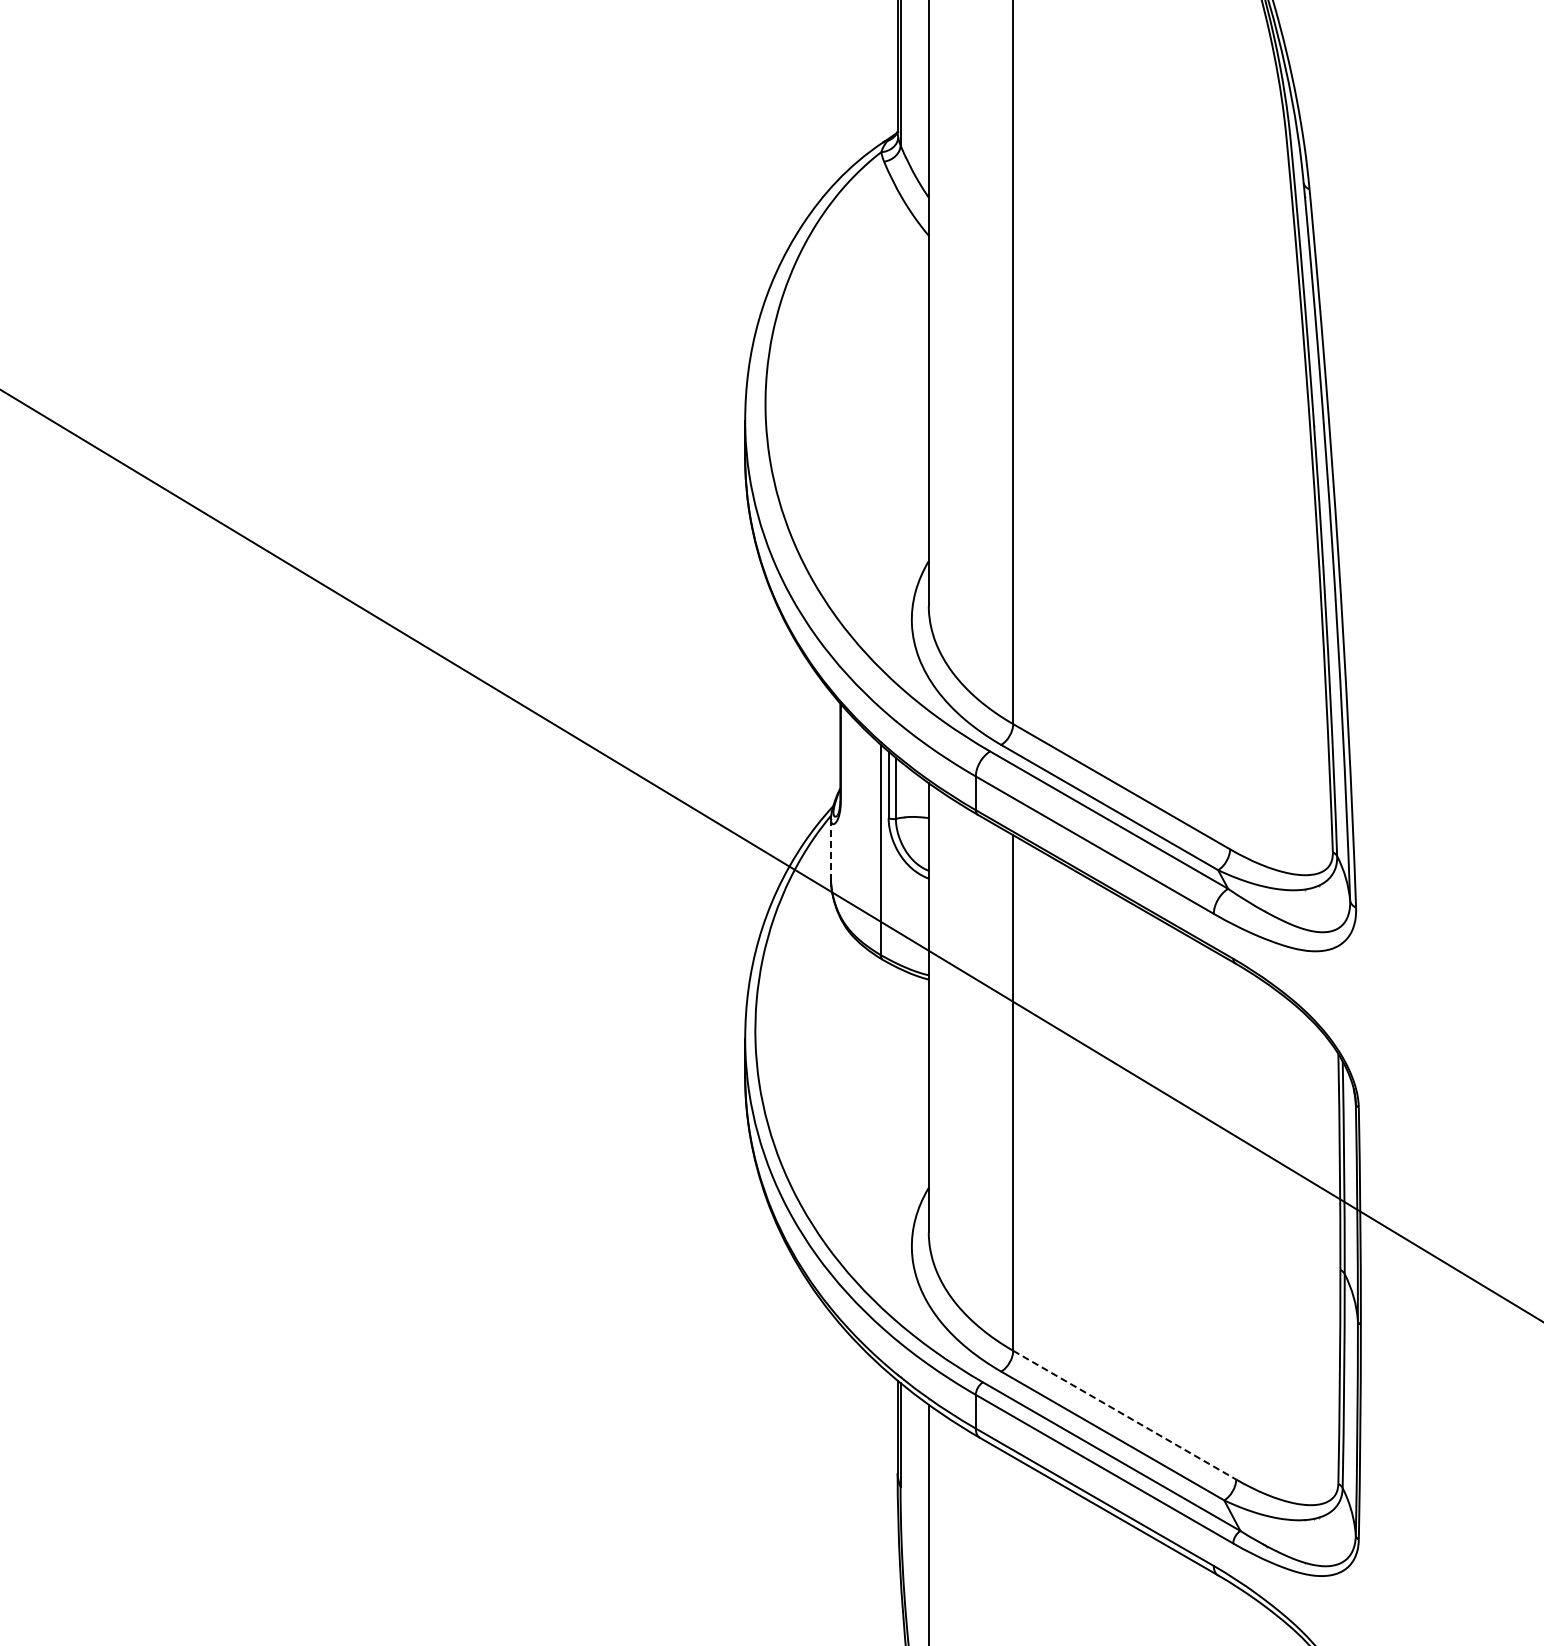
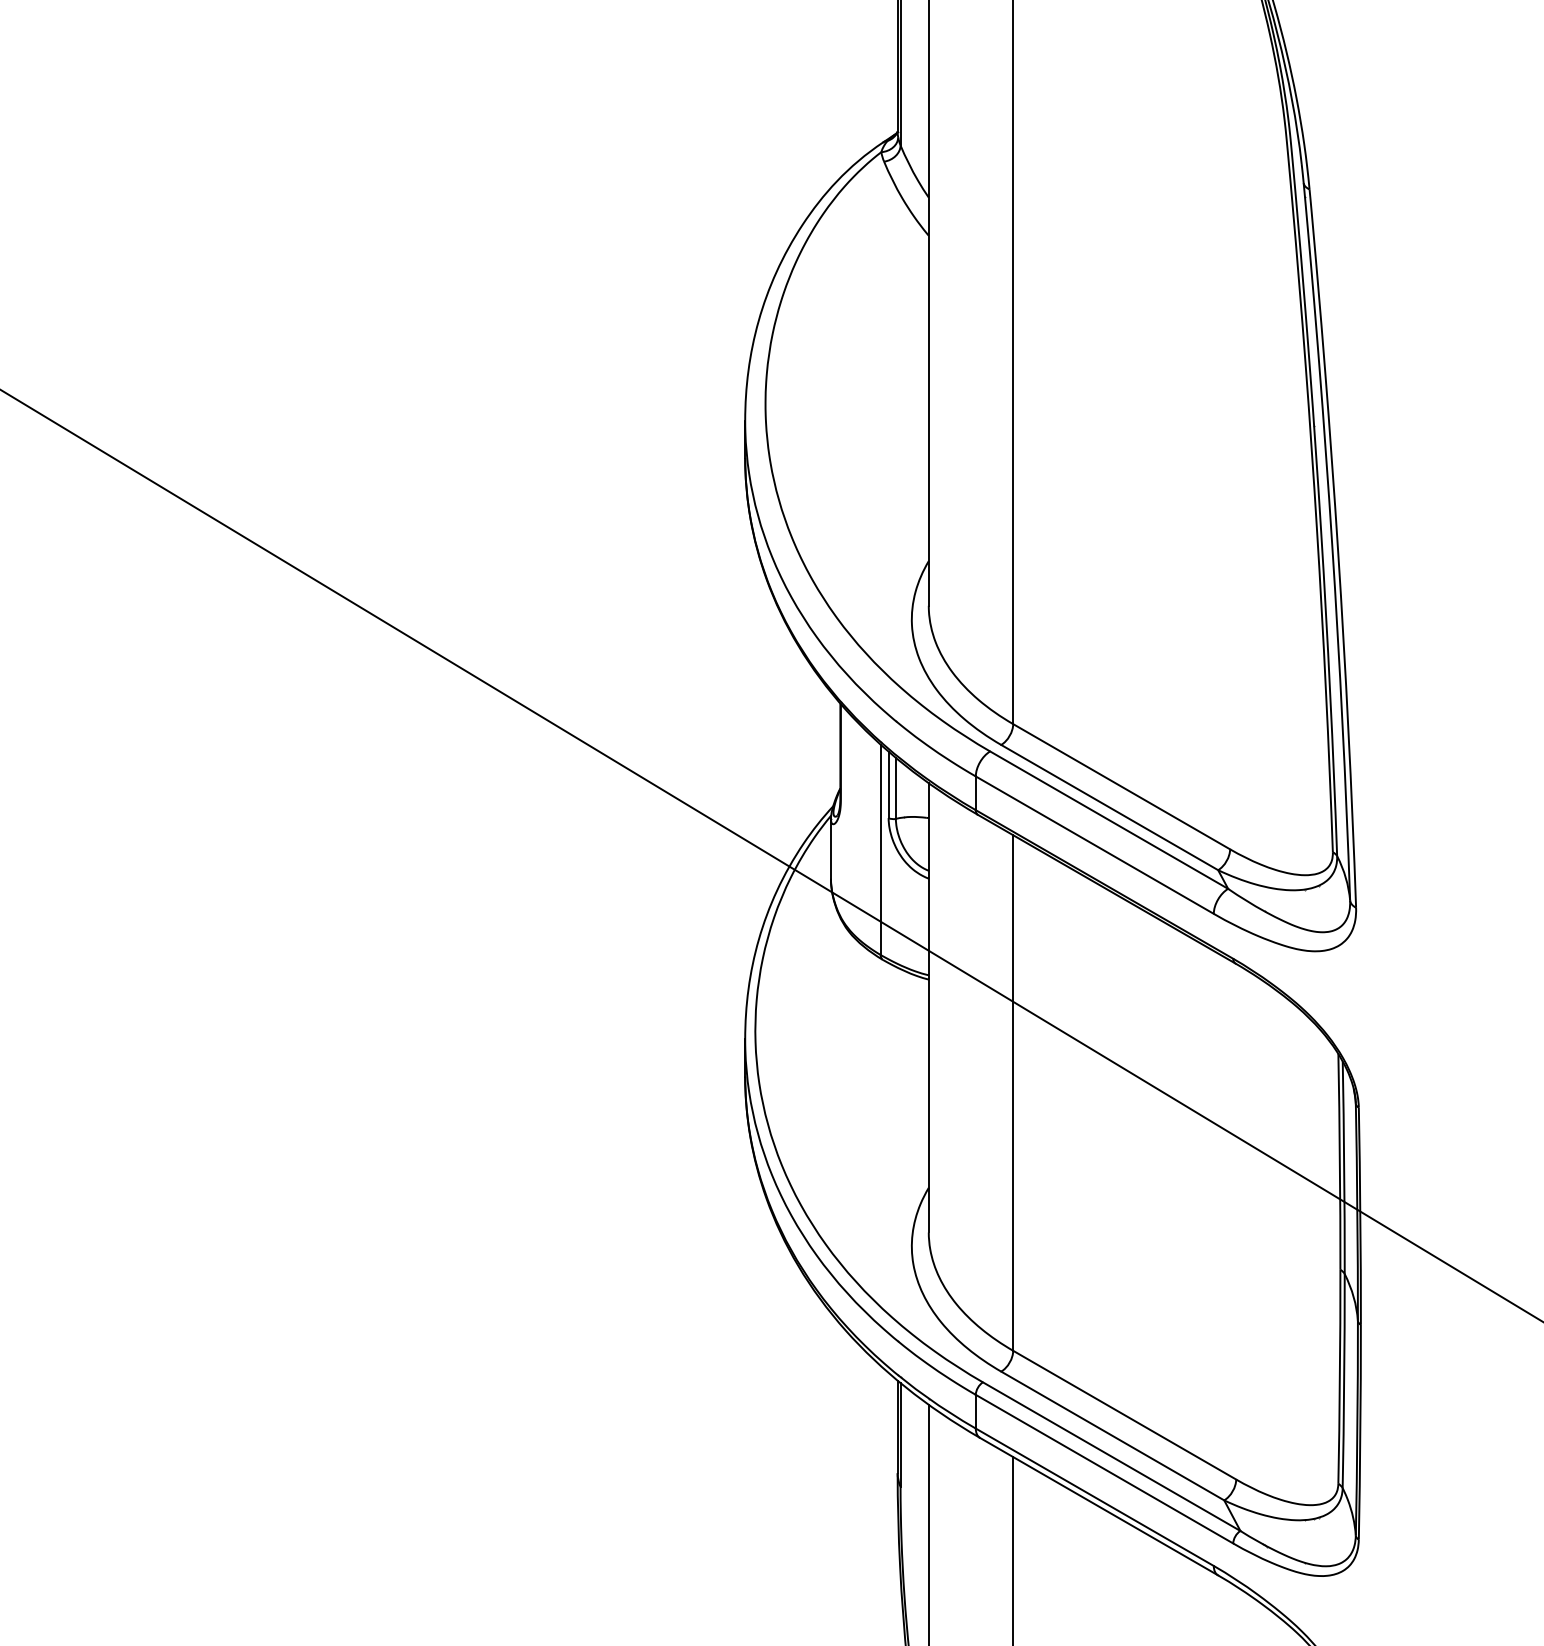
line at (830, 849): dashed -> solid
line at (1124, 1415): dashed -> solid
line at (1013, 1549): none -> present
